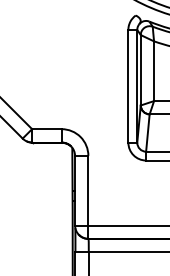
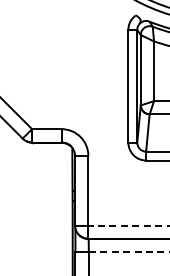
line at (128, 225): solid -> dashed
line at (129, 252): solid -> dashed
